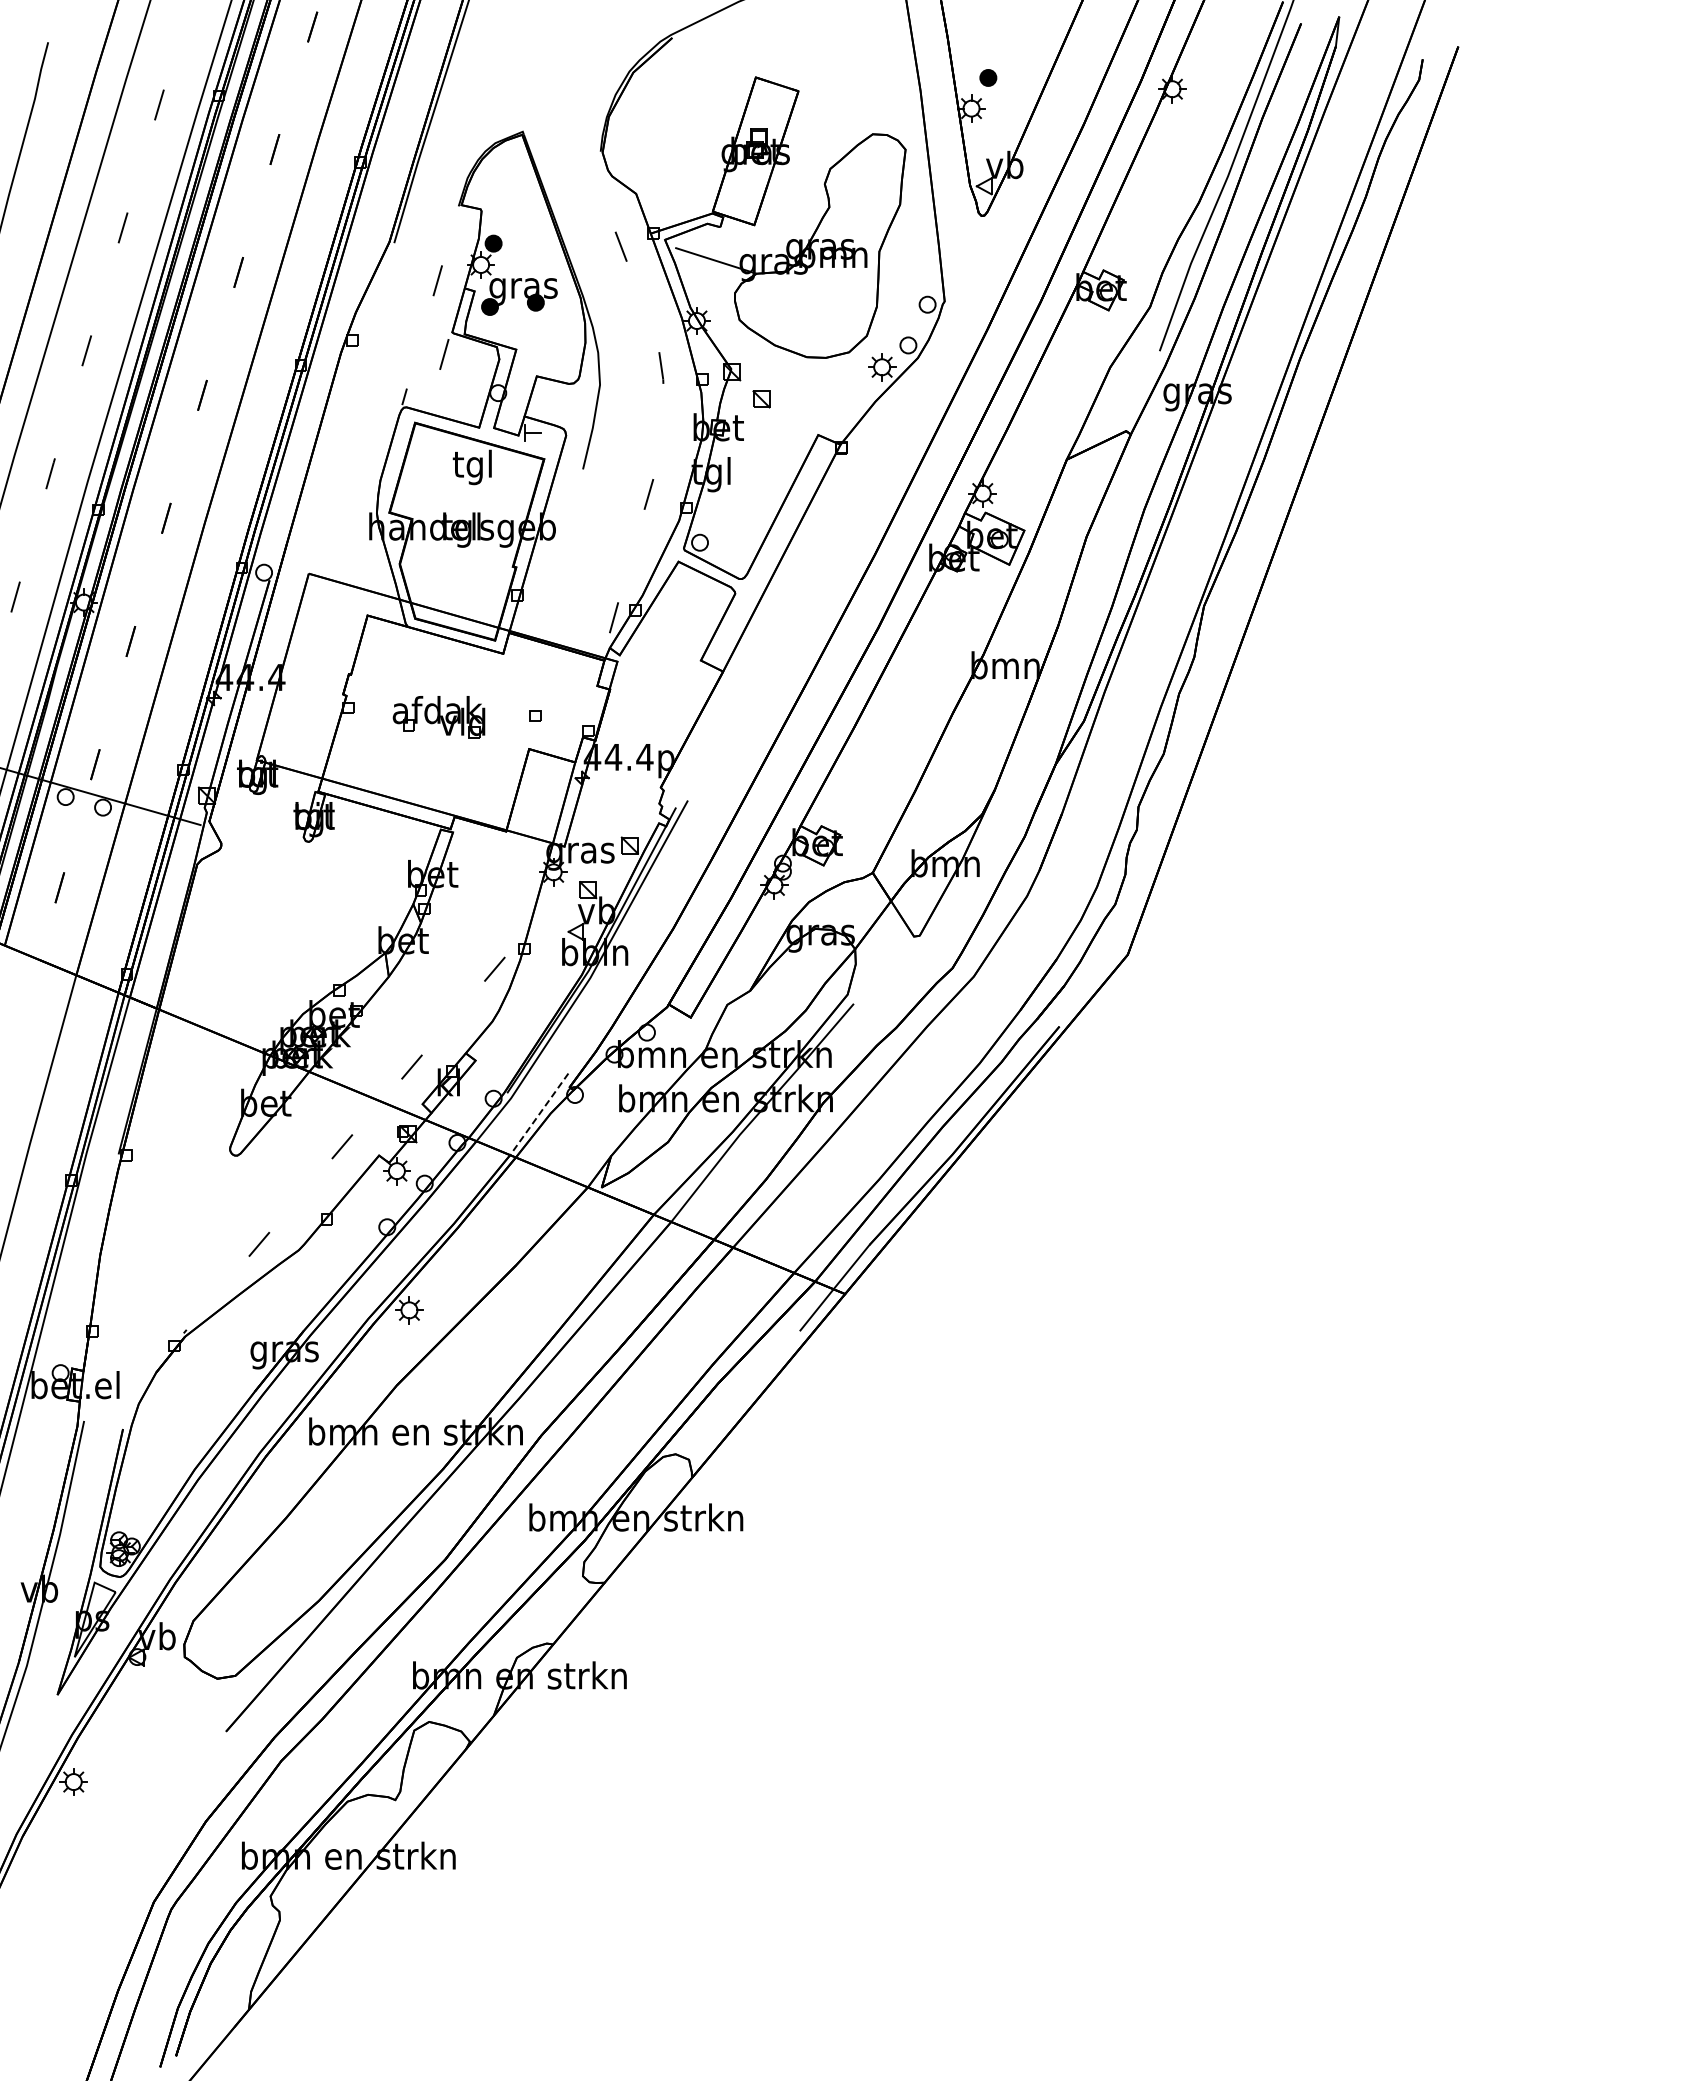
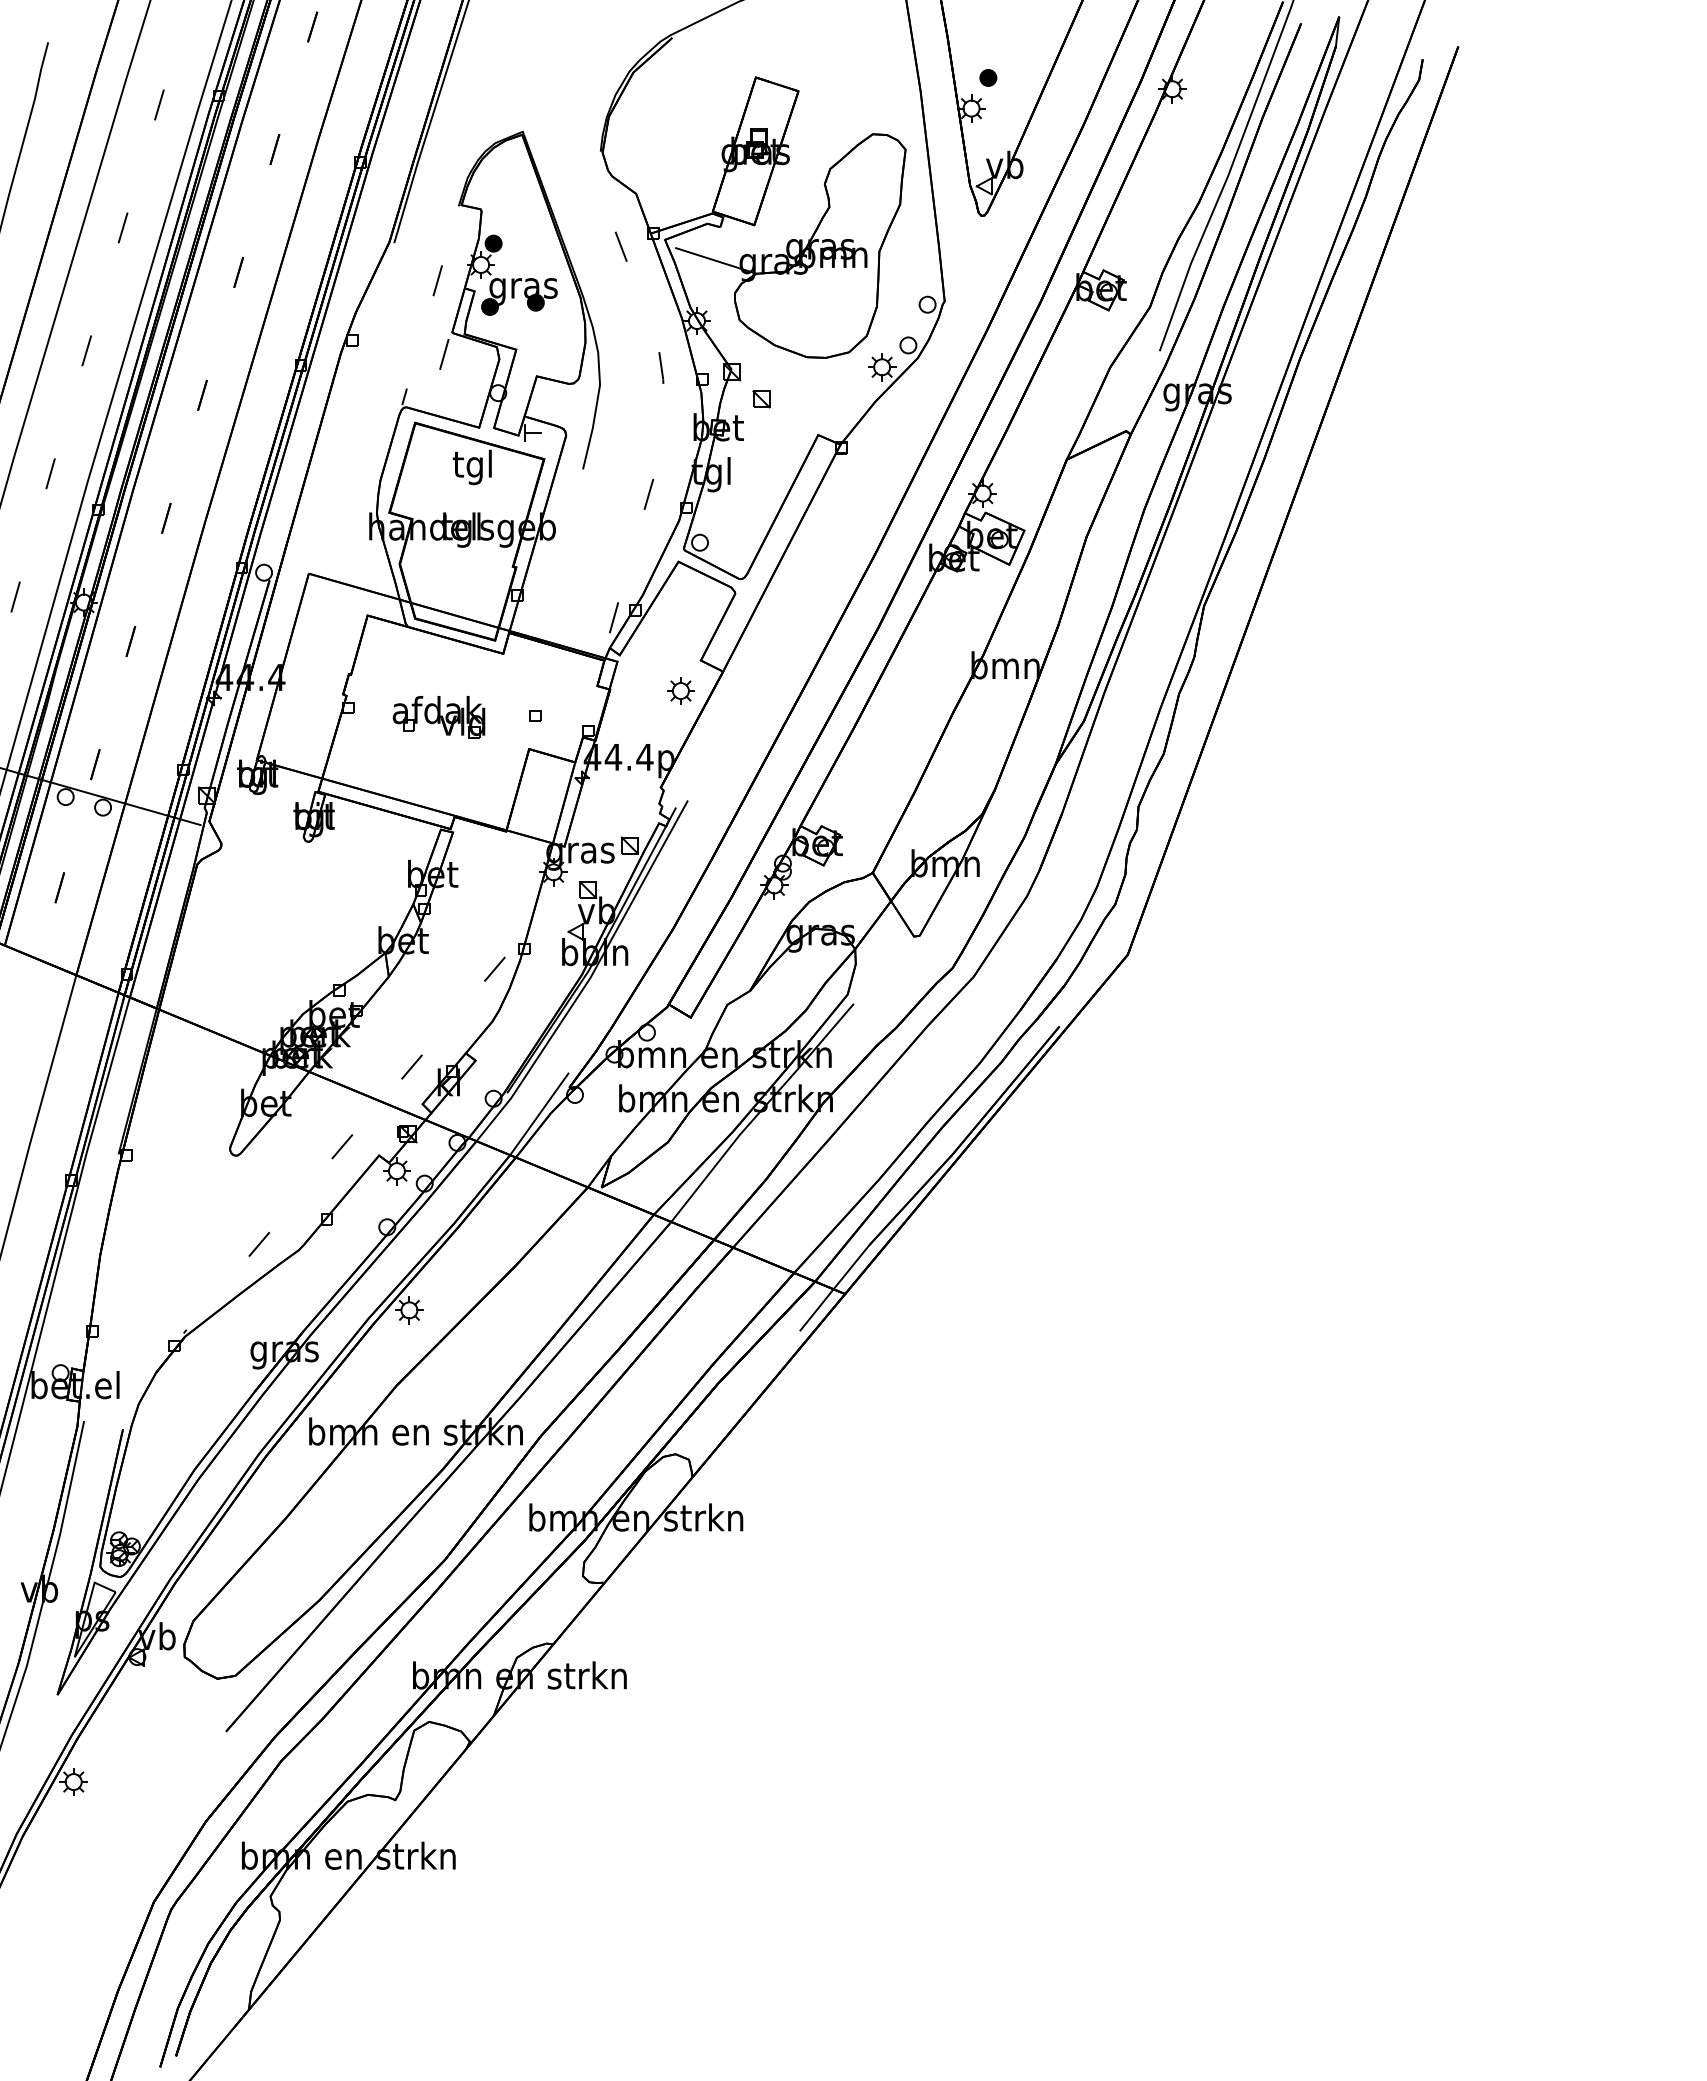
part at (680, 690): none -> present
line at (539, 1114): dashed -> solid
